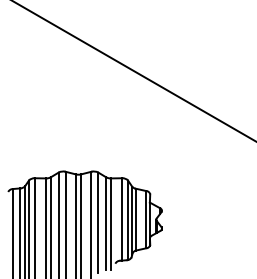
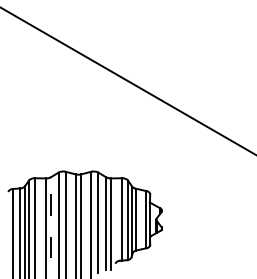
line at (133, 71) position: (133, 71) -> (127, 80)
line at (50, 227): solid -> dashed
